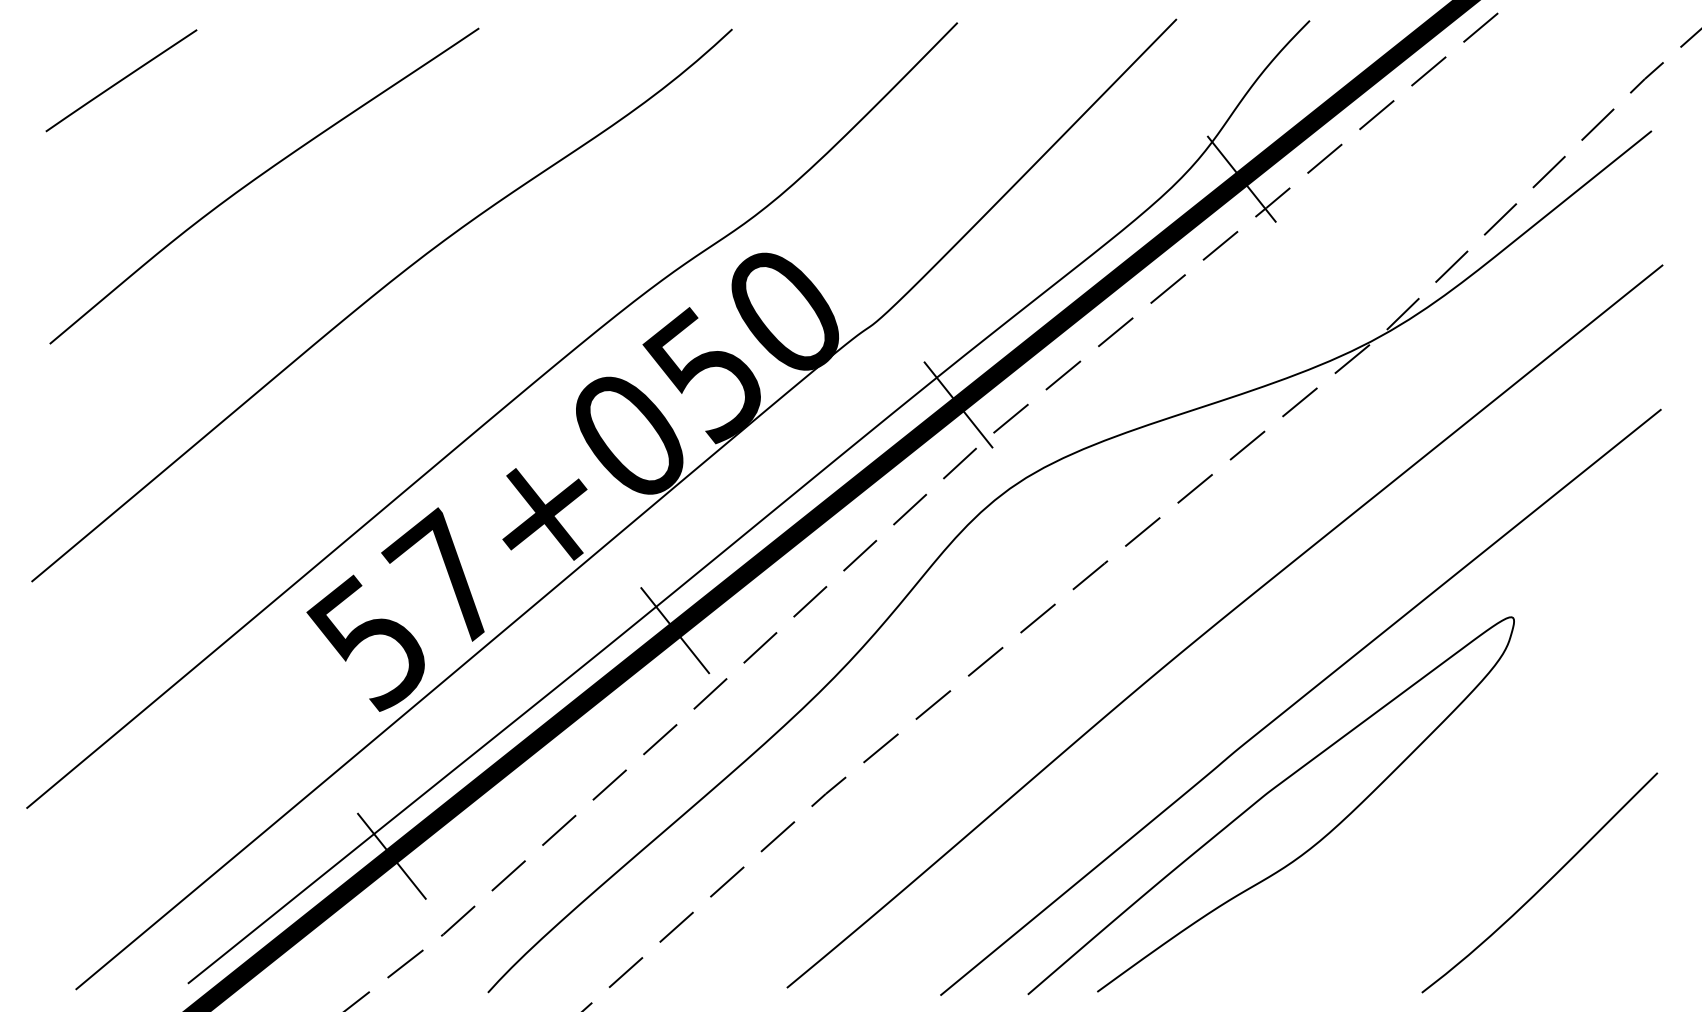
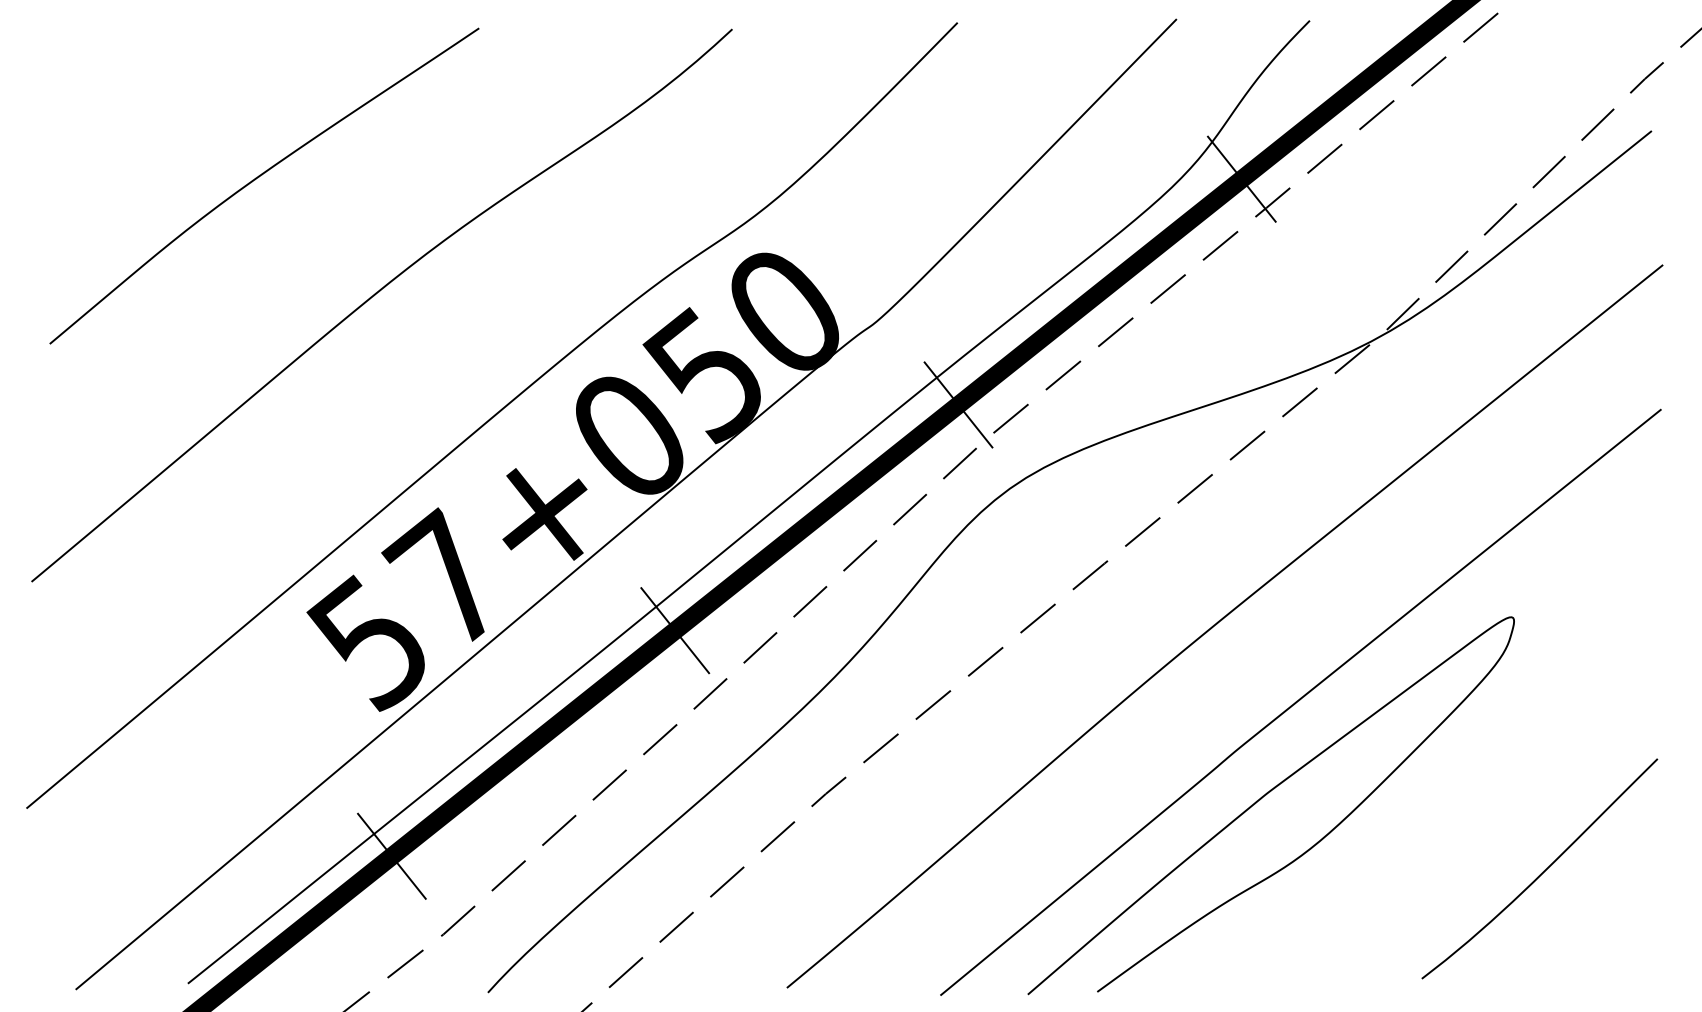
line at (121, 80): present -> none
curve at (1542, 885) position: (1542, 885) -> (1542, 871)
